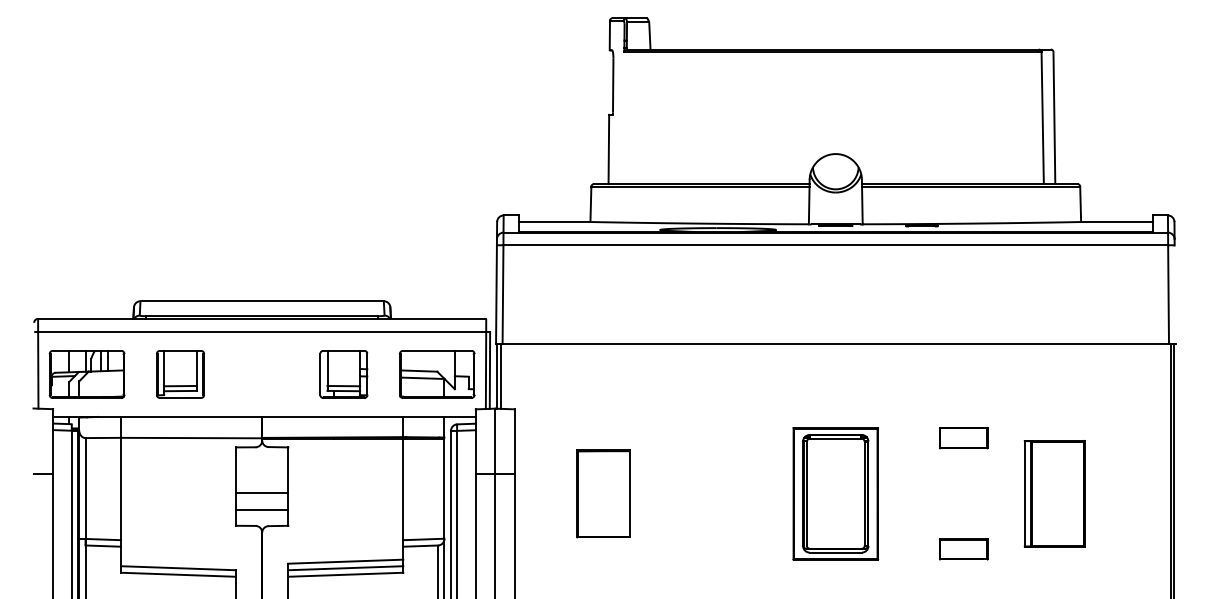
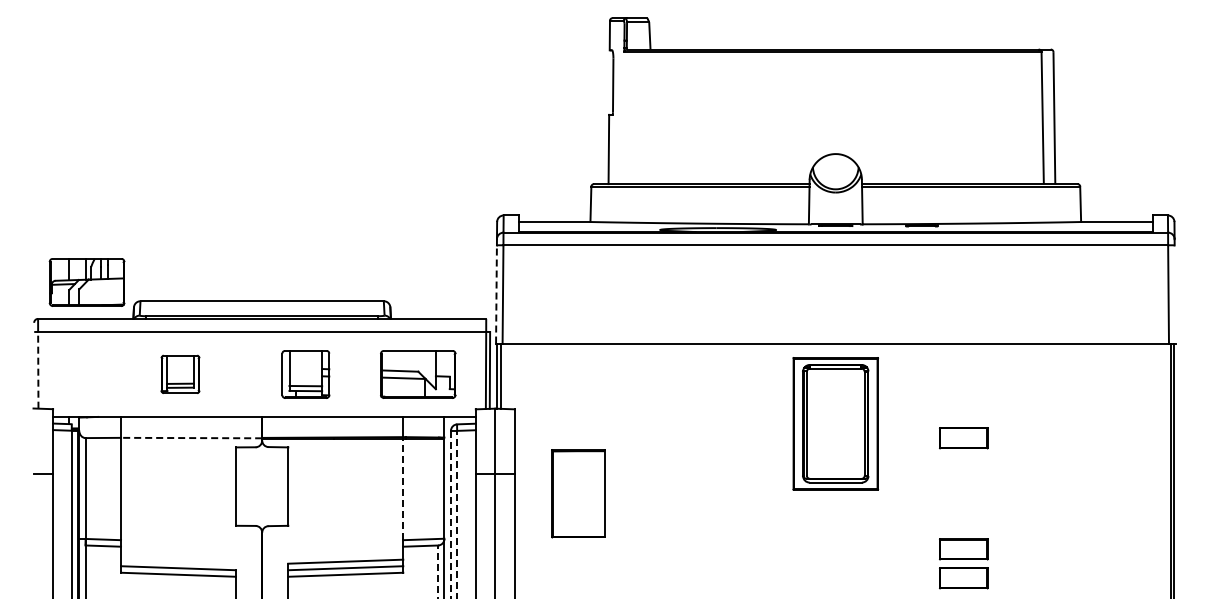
line at (496, 293): solid -> dashed
line at (38, 369): solid -> dashed
part at (86, 374) position: (86, 374) -> (86, 282)
part at (180, 374) size: 49x49 px -> 41x40 px
part at (343, 374) position: (343, 374) -> (305, 374)
part at (437, 374) position: (437, 374) -> (418, 374)
line at (191, 438): solid -> dashed
line at (403, 489): solid -> dashed
line at (262, 493): present -> none
part at (603, 493) position: (603, 493) -> (578, 493)
part at (835, 493) position: (835, 493) -> (835, 423)
part at (1054, 493): present -> none
line at (262, 510): present -> none
line at (450, 514): solid -> dashed
line at (457, 514): solid -> dashed
line at (438, 571): solid -> dashed
part at (963, 578): none -> present
